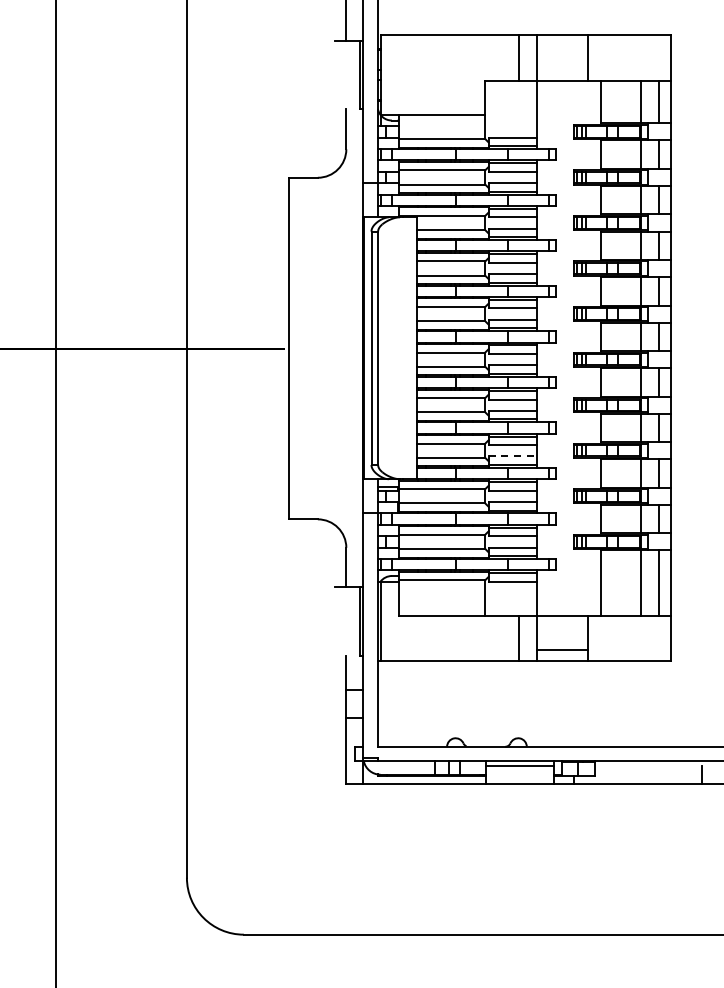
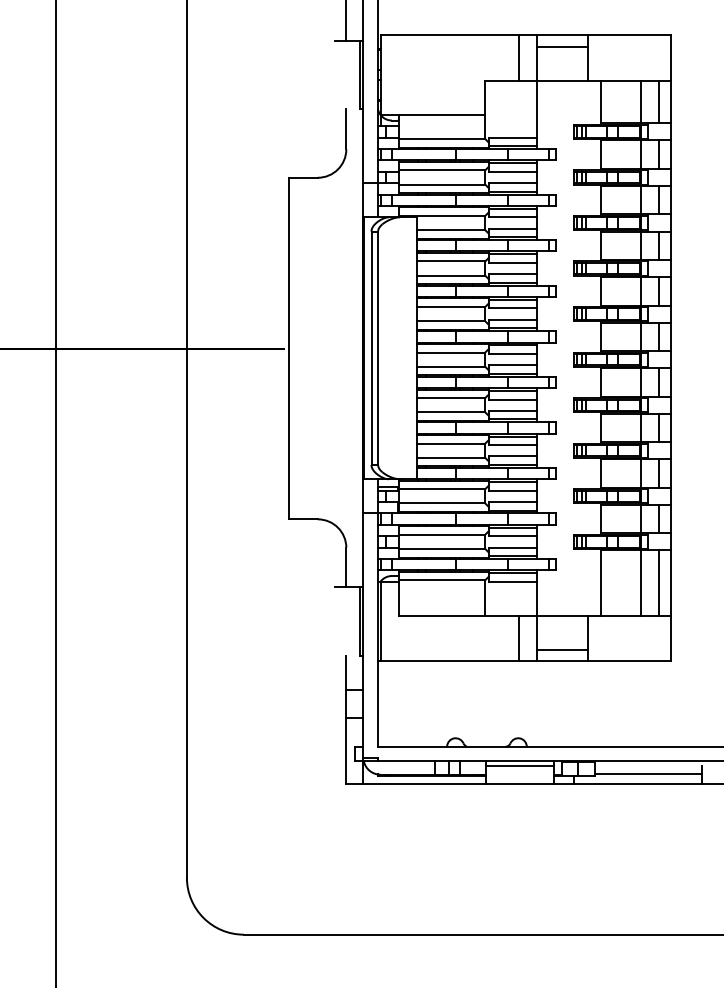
line at (561, 46): none -> present
line at (512, 456): dashed -> solid
line at (648, 773): none -> present
